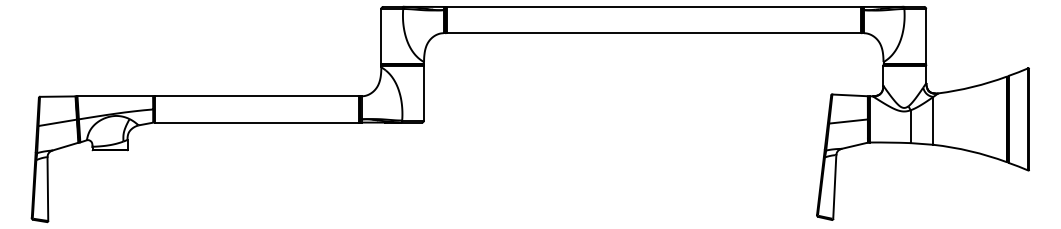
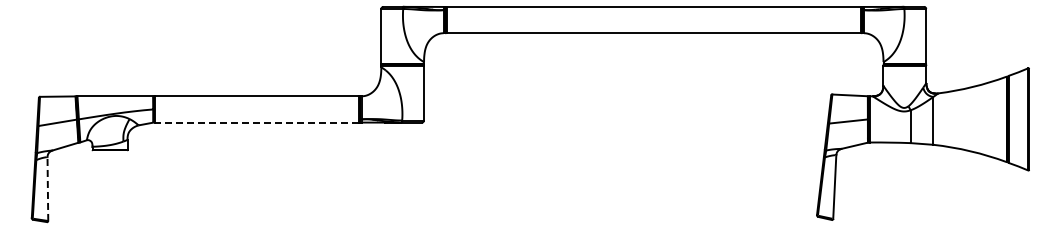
line at (256, 122): solid -> dashed
line at (47, 189): solid -> dashed
